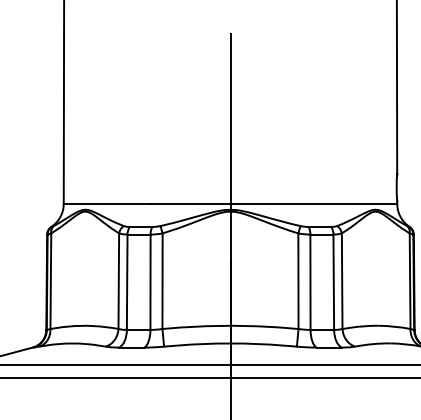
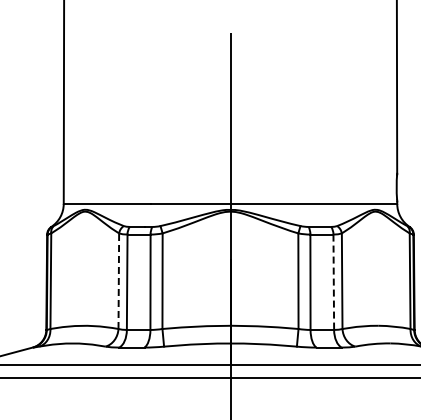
line at (118, 281): solid -> dashed
line at (333, 282): solid -> dashed
